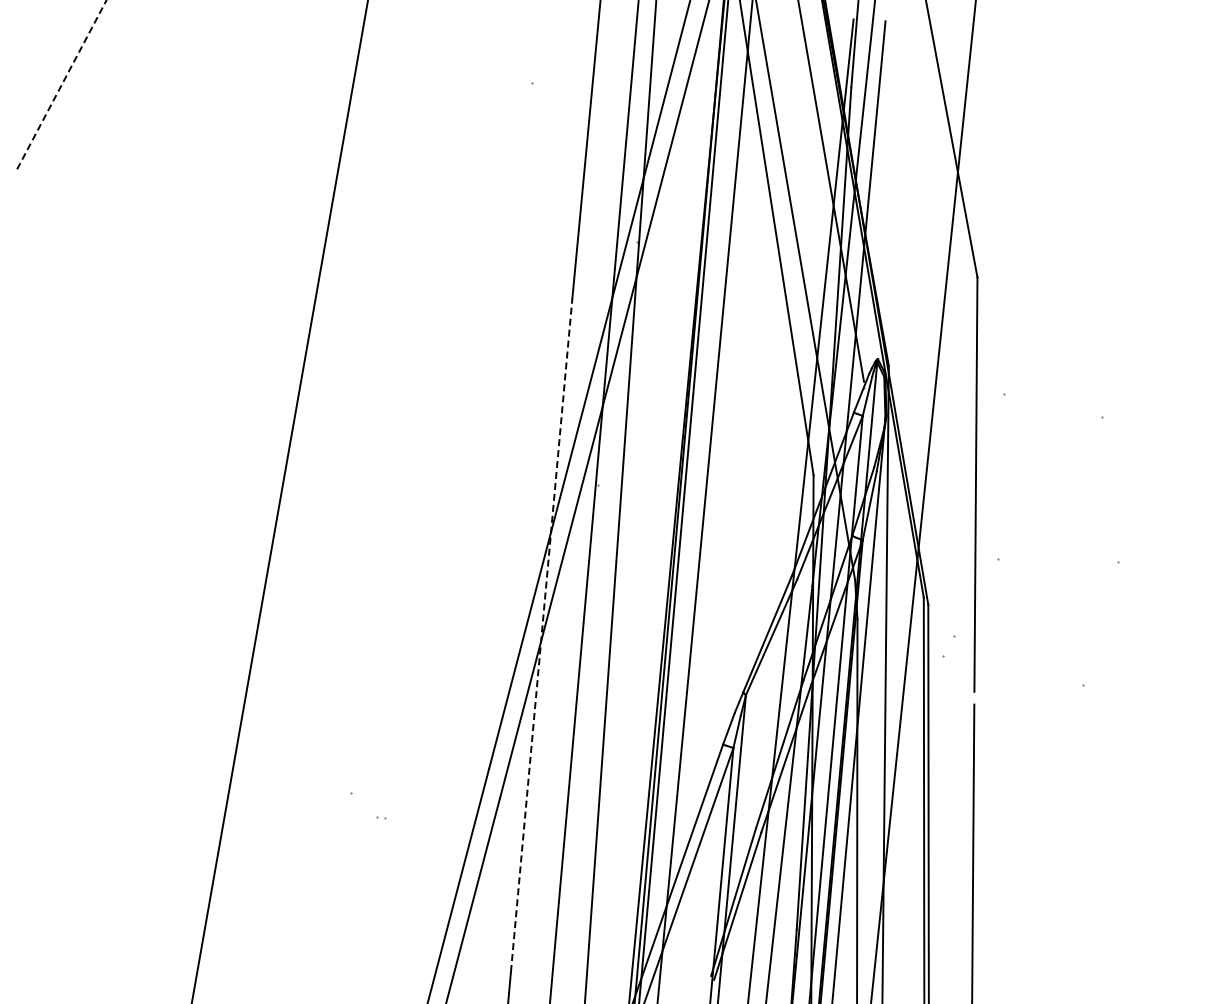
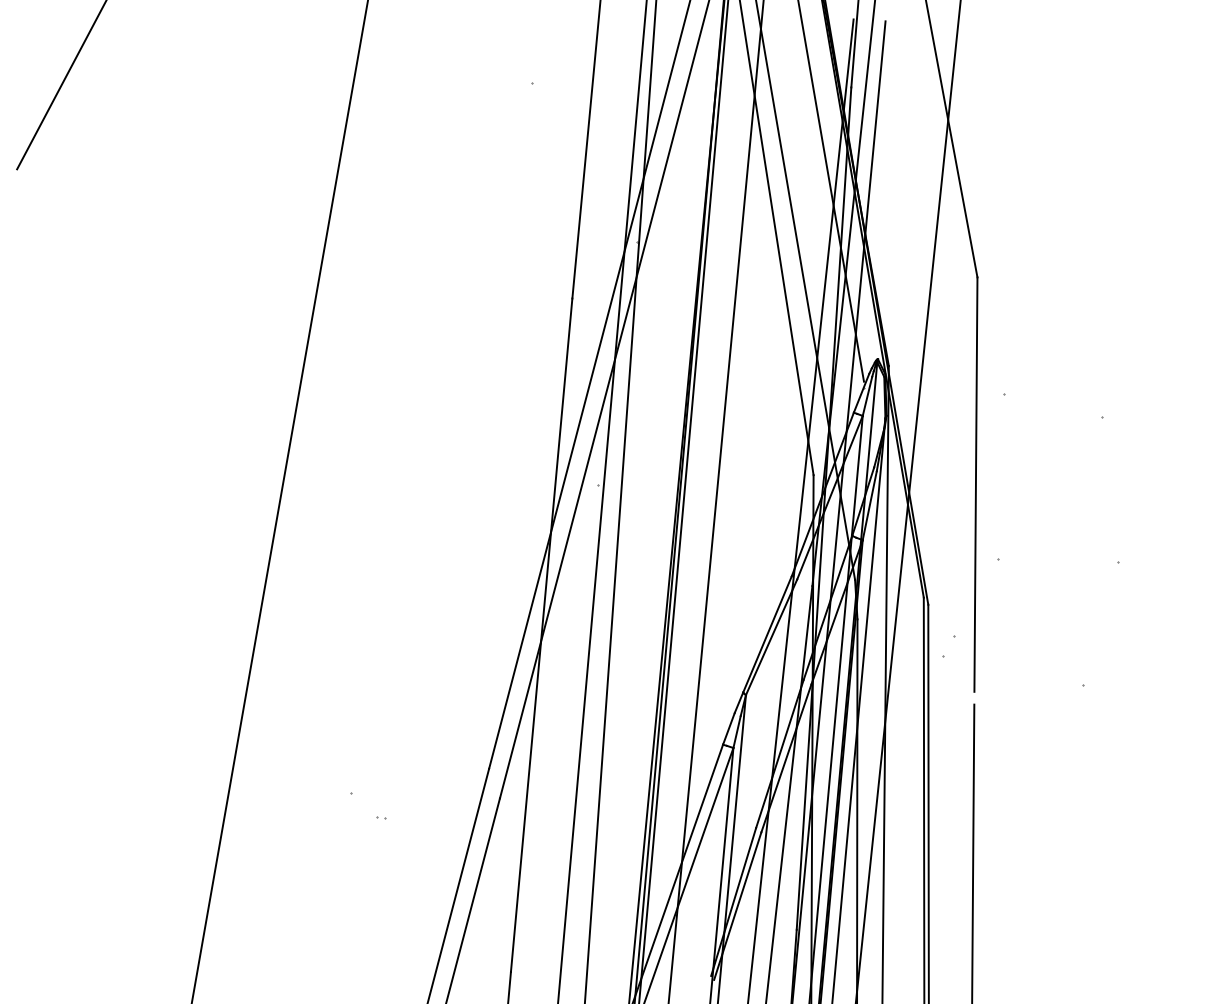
line at (61, 84): dashed -> solid
line at (594, 501) position: (594, 501) -> (602, 501)
line at (704, 501) position: (704, 501) -> (715, 501)
line at (923, 501) position: (923, 501) -> (908, 501)
line at (541, 634): dashed -> solid
